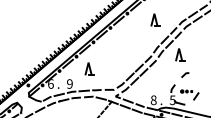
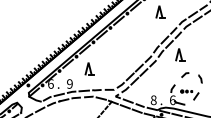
part at (155, 19) position: (155, 19) -> (160, 11)
line at (200, 78): none -> present
text at (172, 99): 5 -> 6
